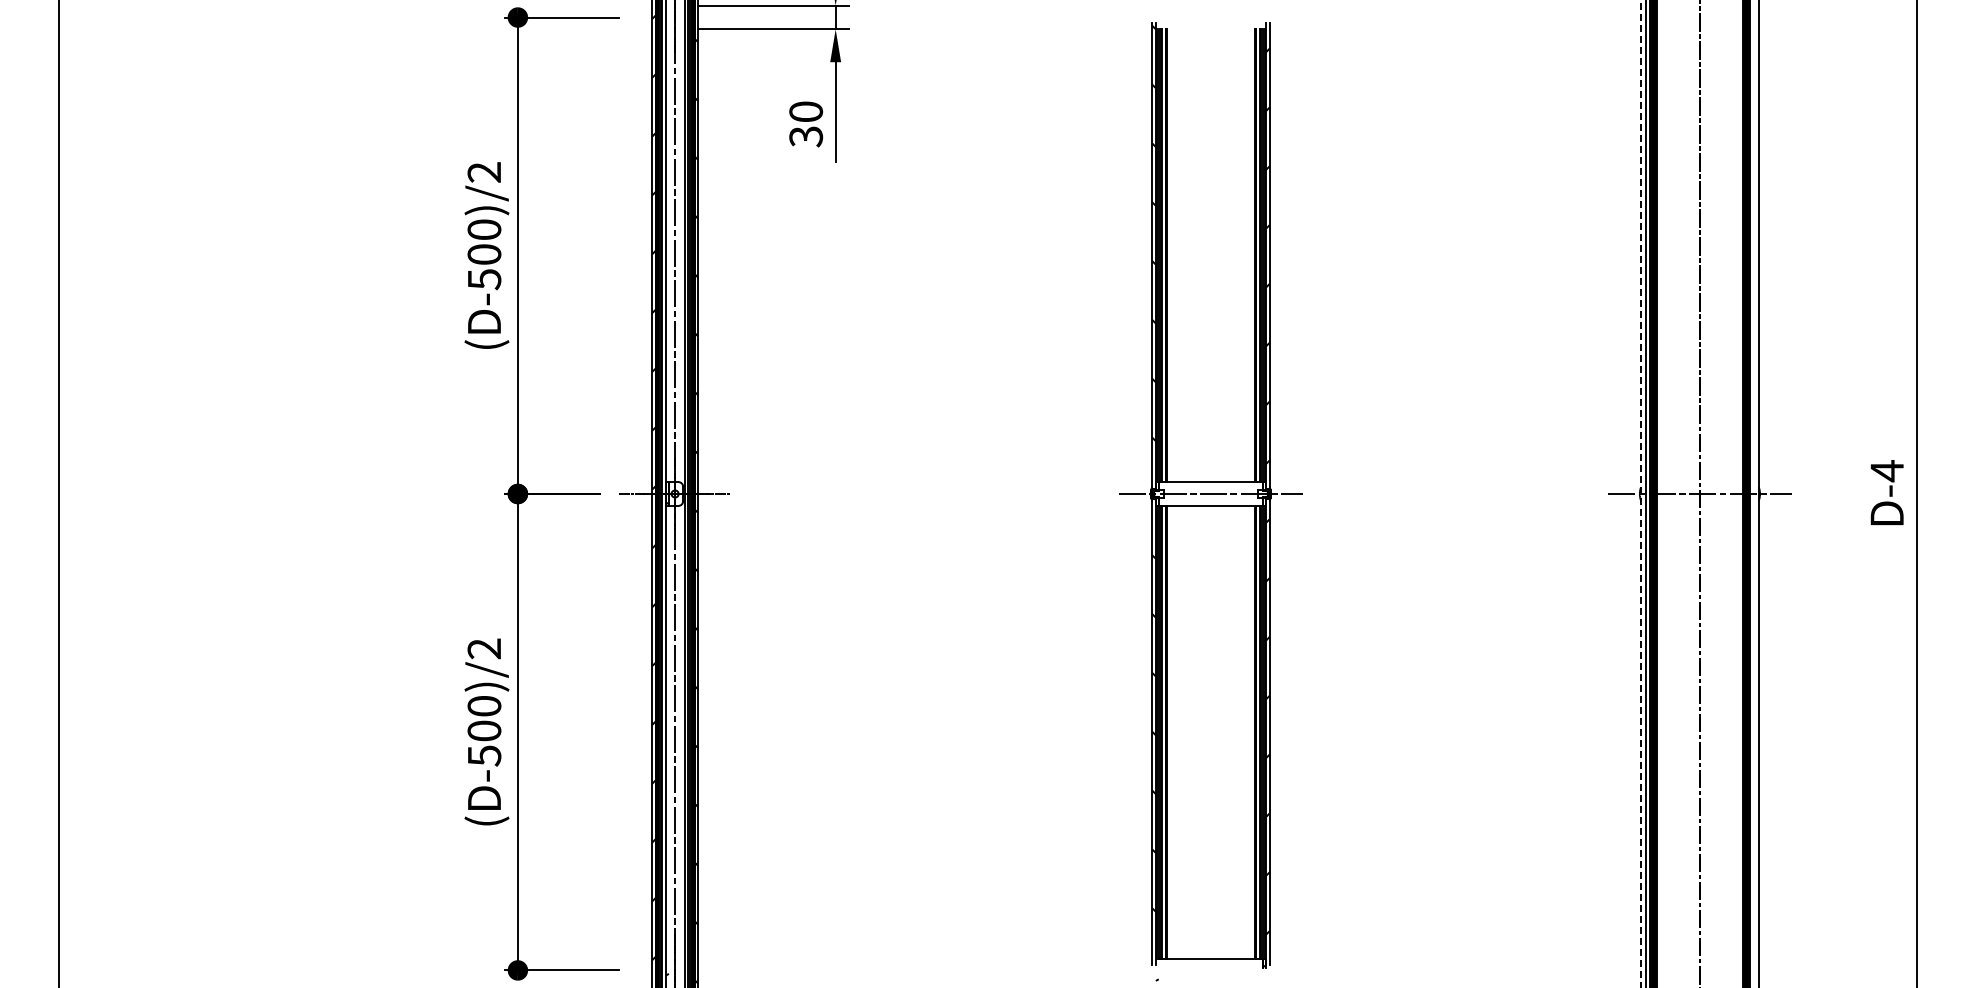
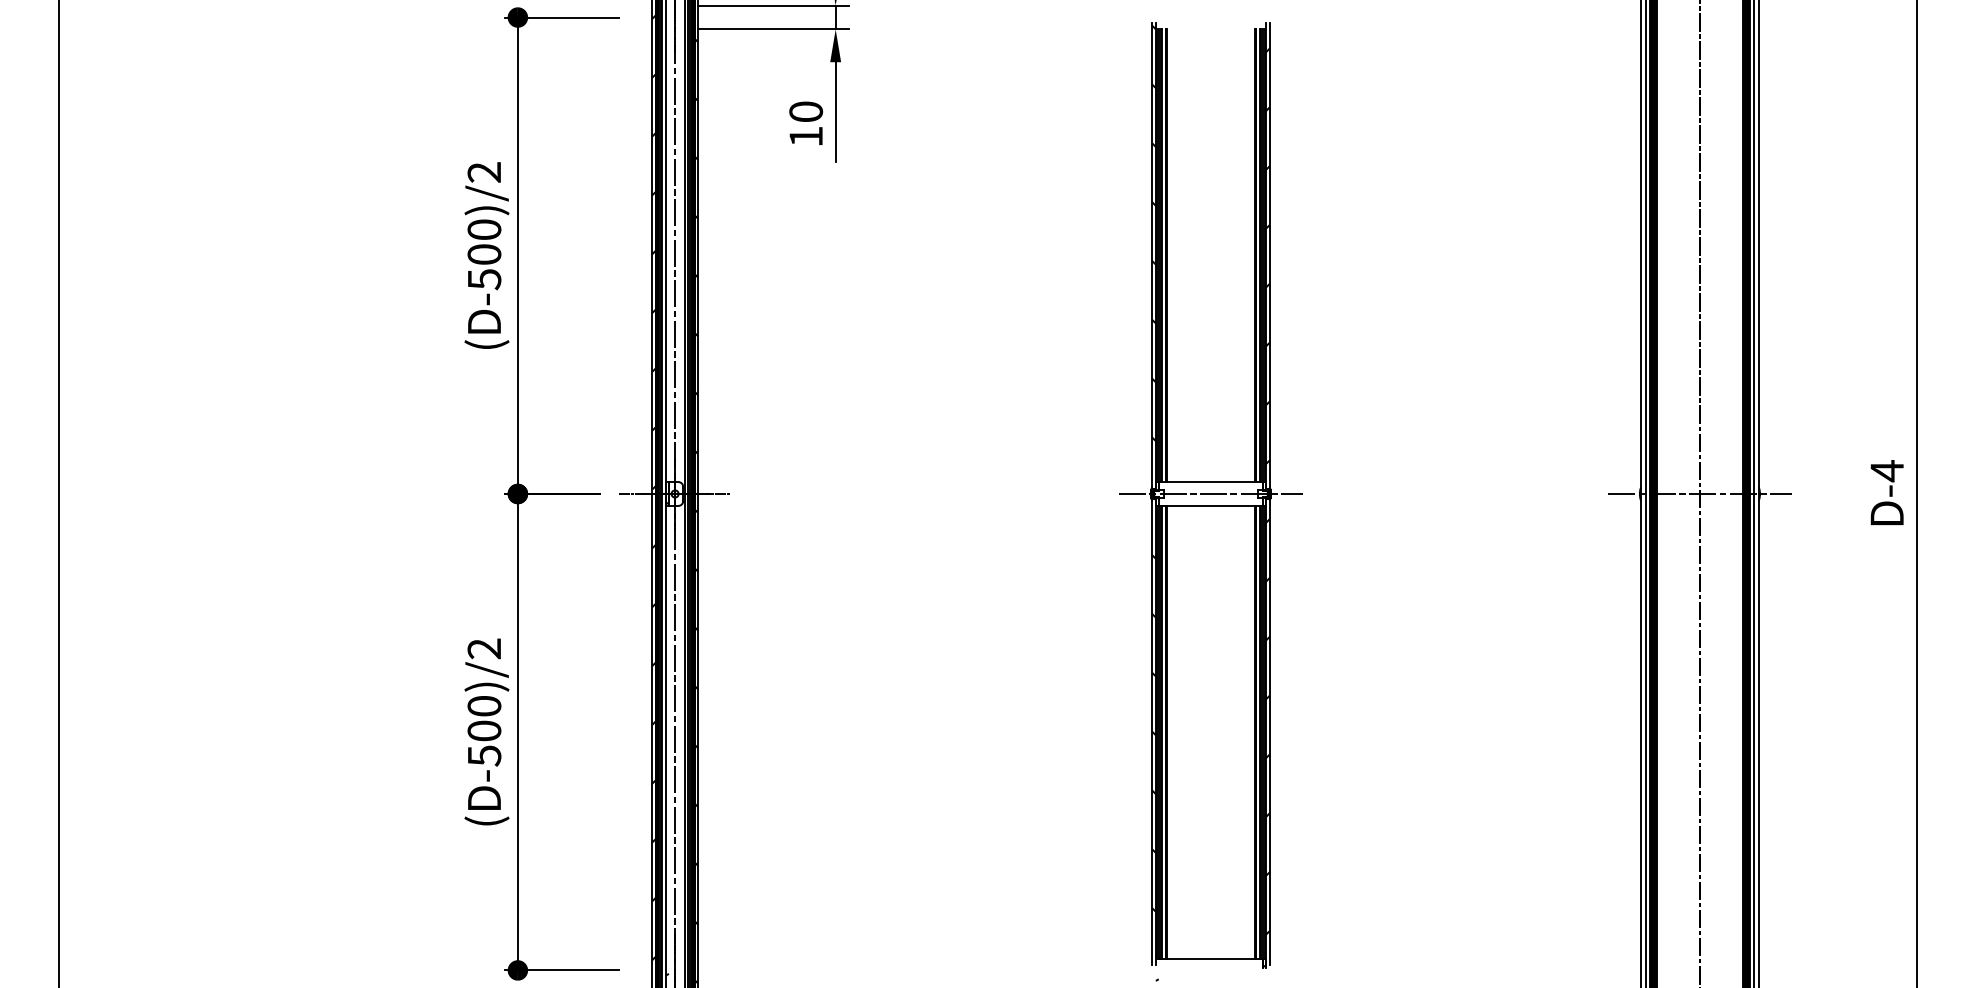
text at (806, 136): 30 -> 10
line at (1641, 493): dashed -> solid
line at (1753, 493): none -> present
